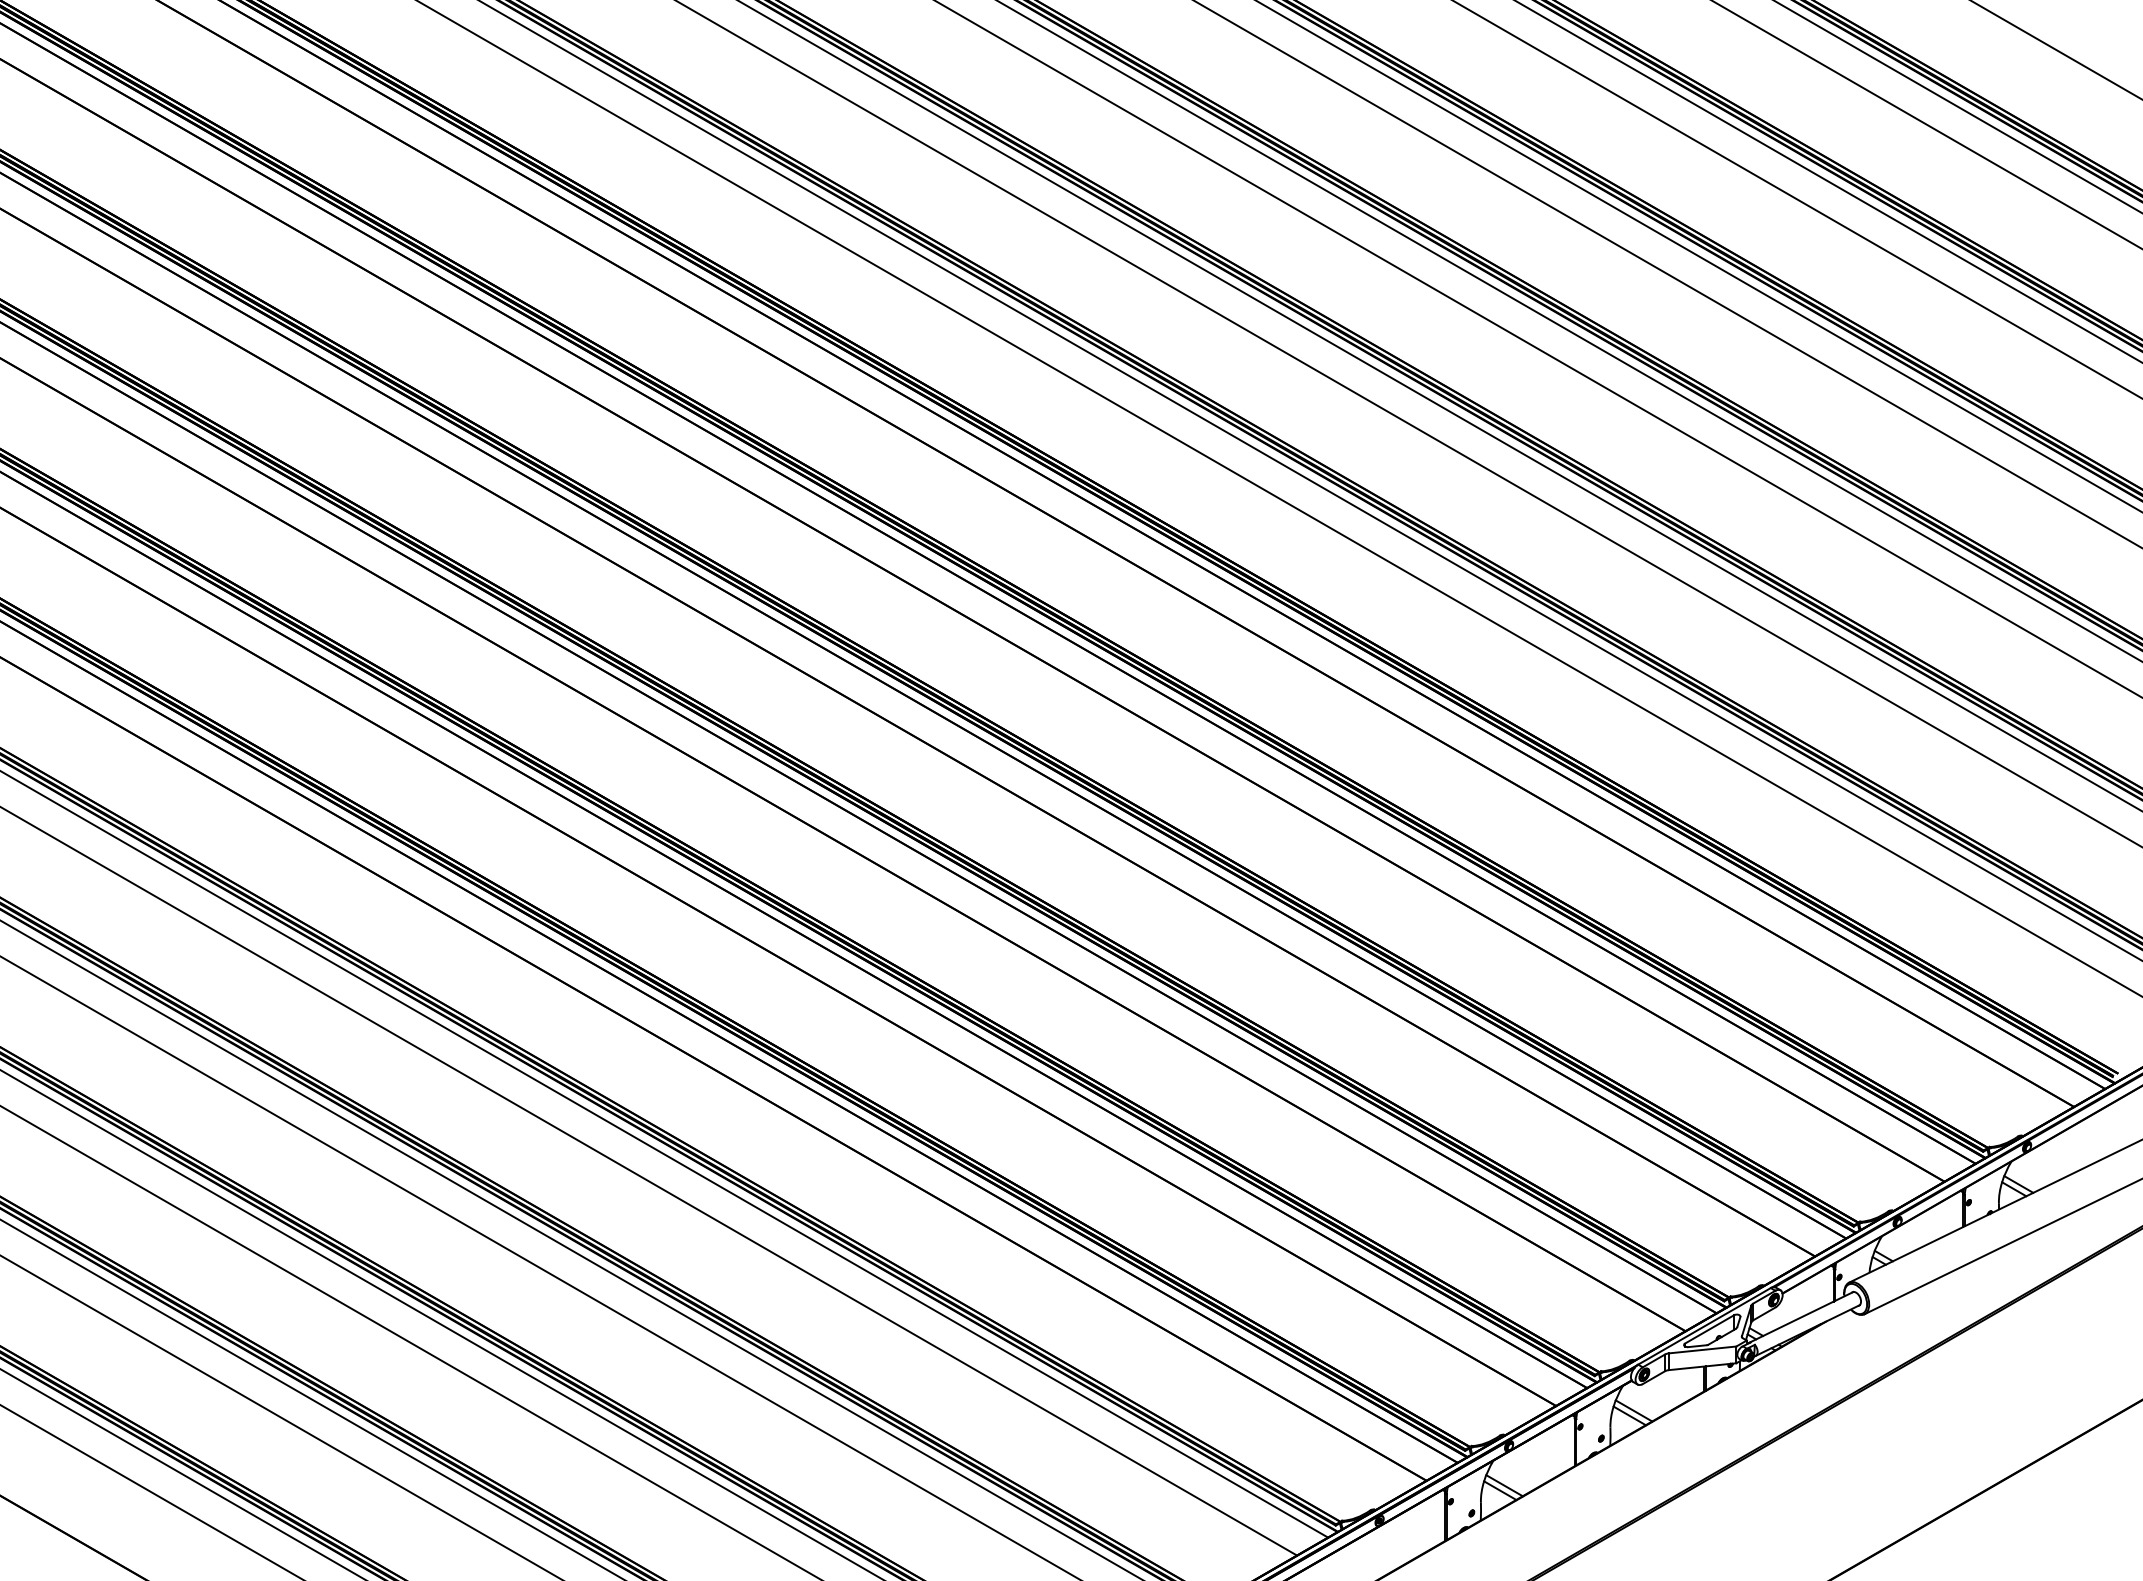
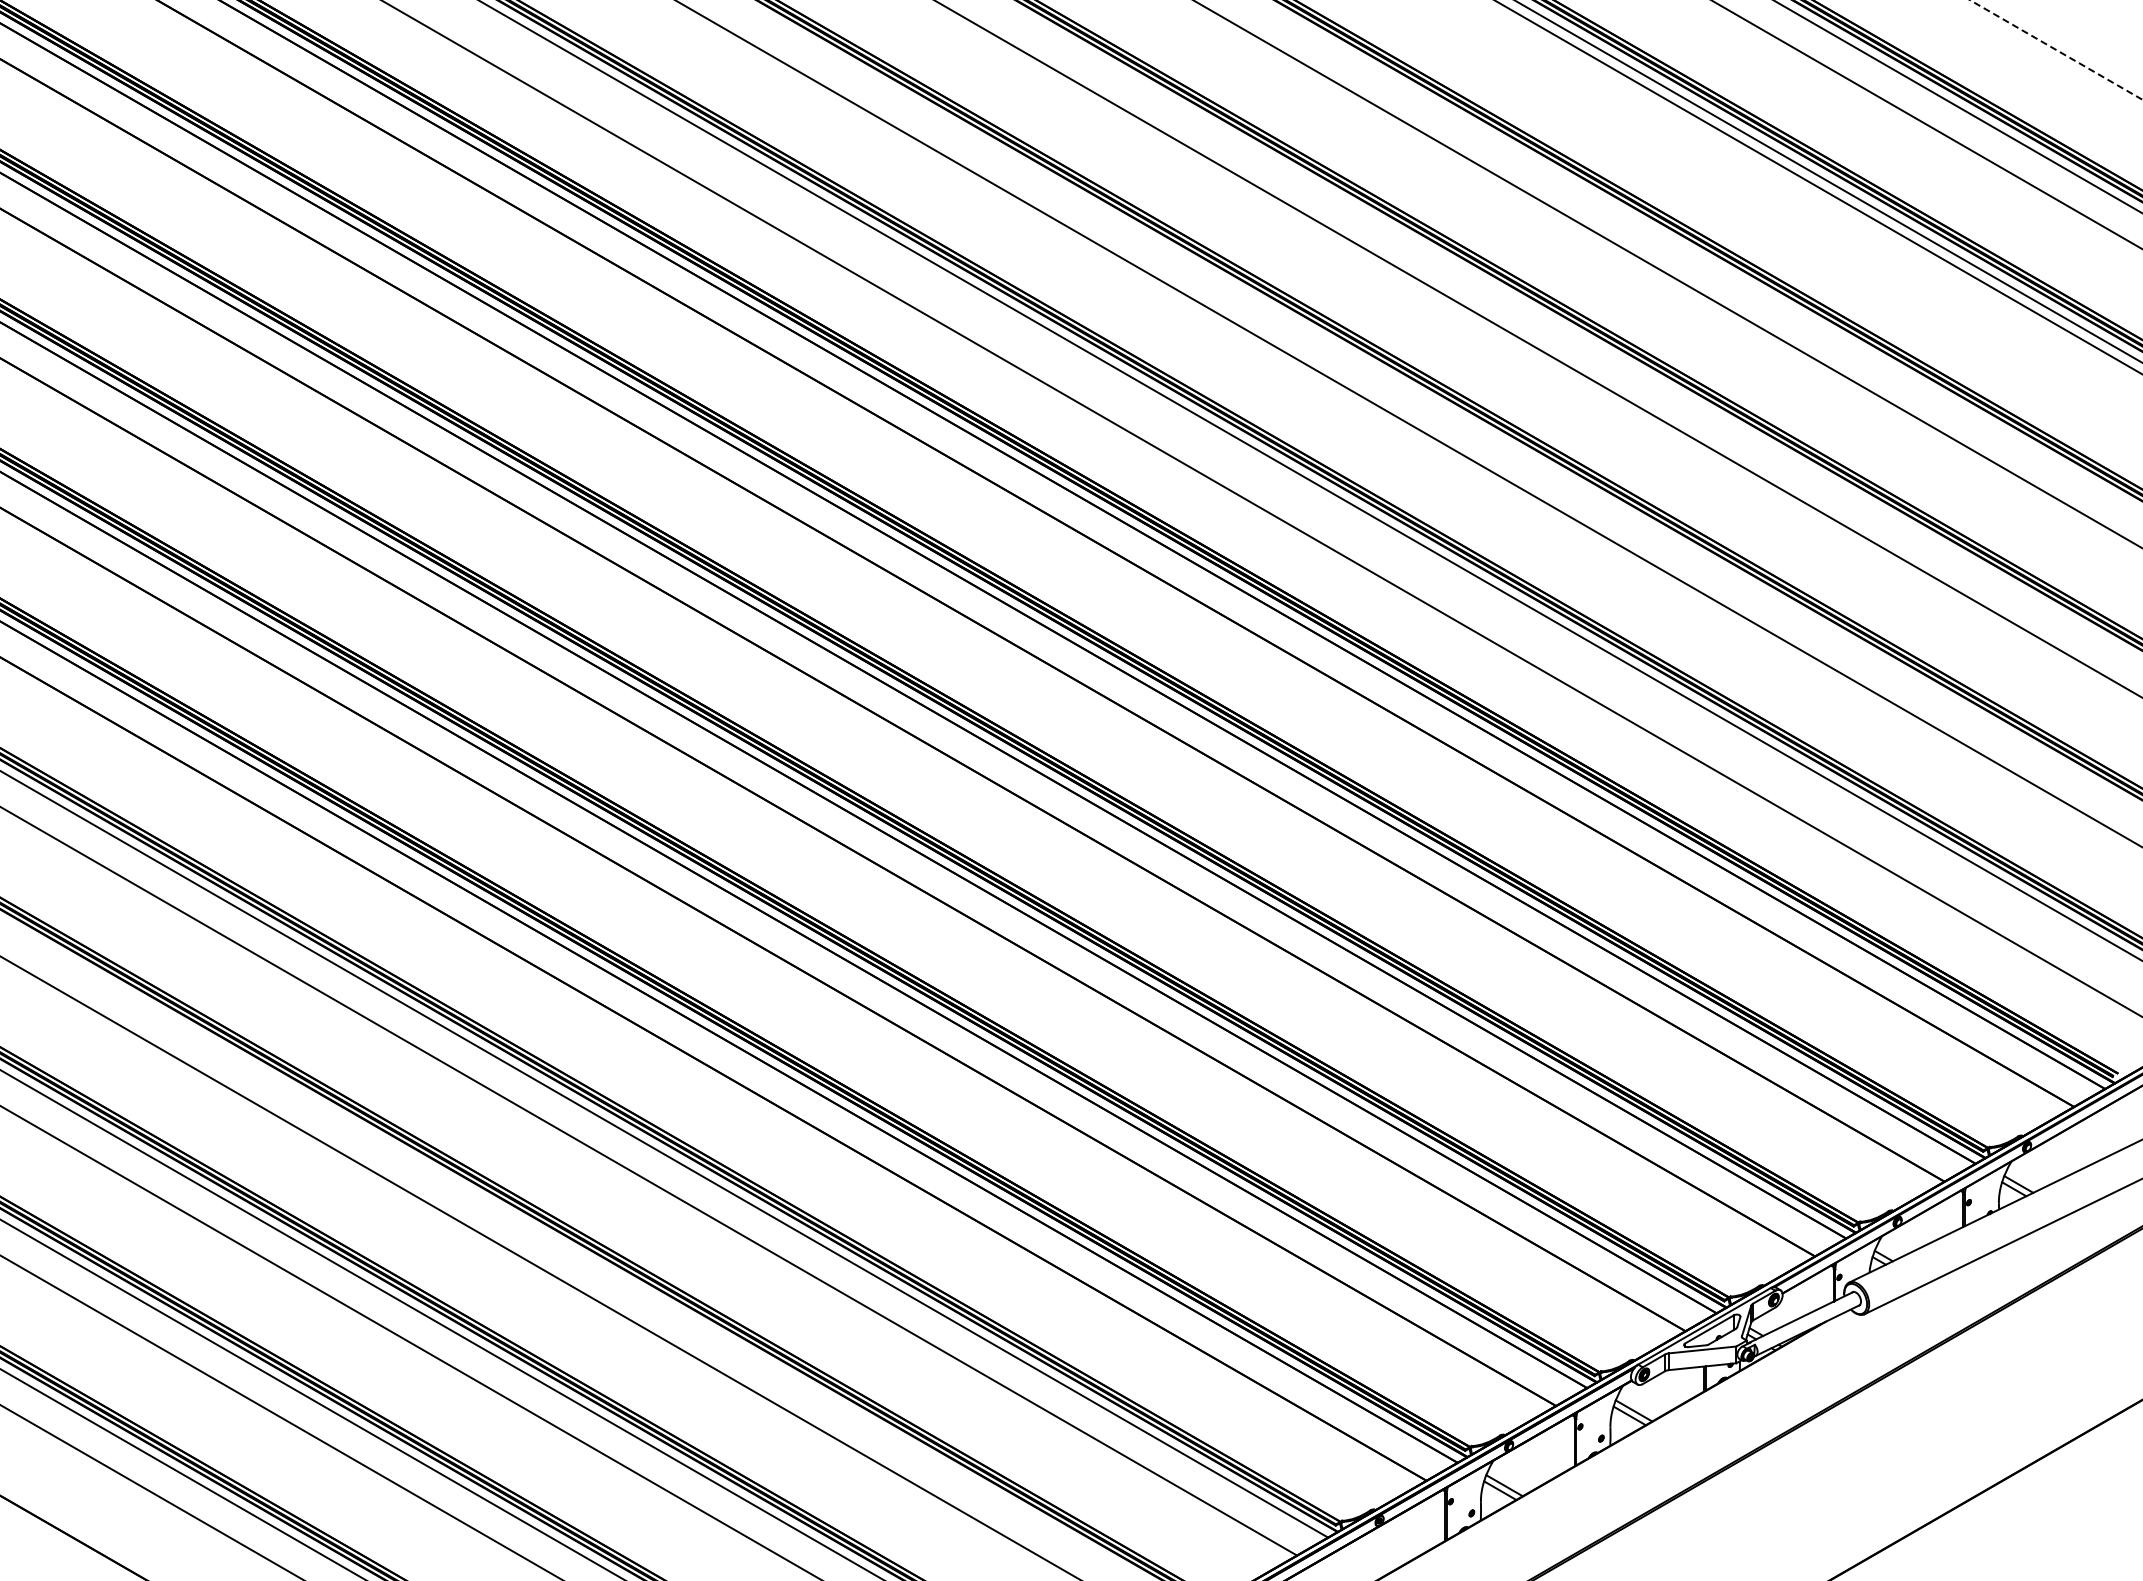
line at (2055, 49): solid -> dashed
line at (1797, 199) position: (1797, 199) -> (1818, 187)
line at (1698, 256): present -> none
line at (1569, 331): present -> none
line at (1439, 405): present -> none
line at (1279, 498) position: (1279, 498) -> (1262, 508)
line at (570, 1249): present -> none
